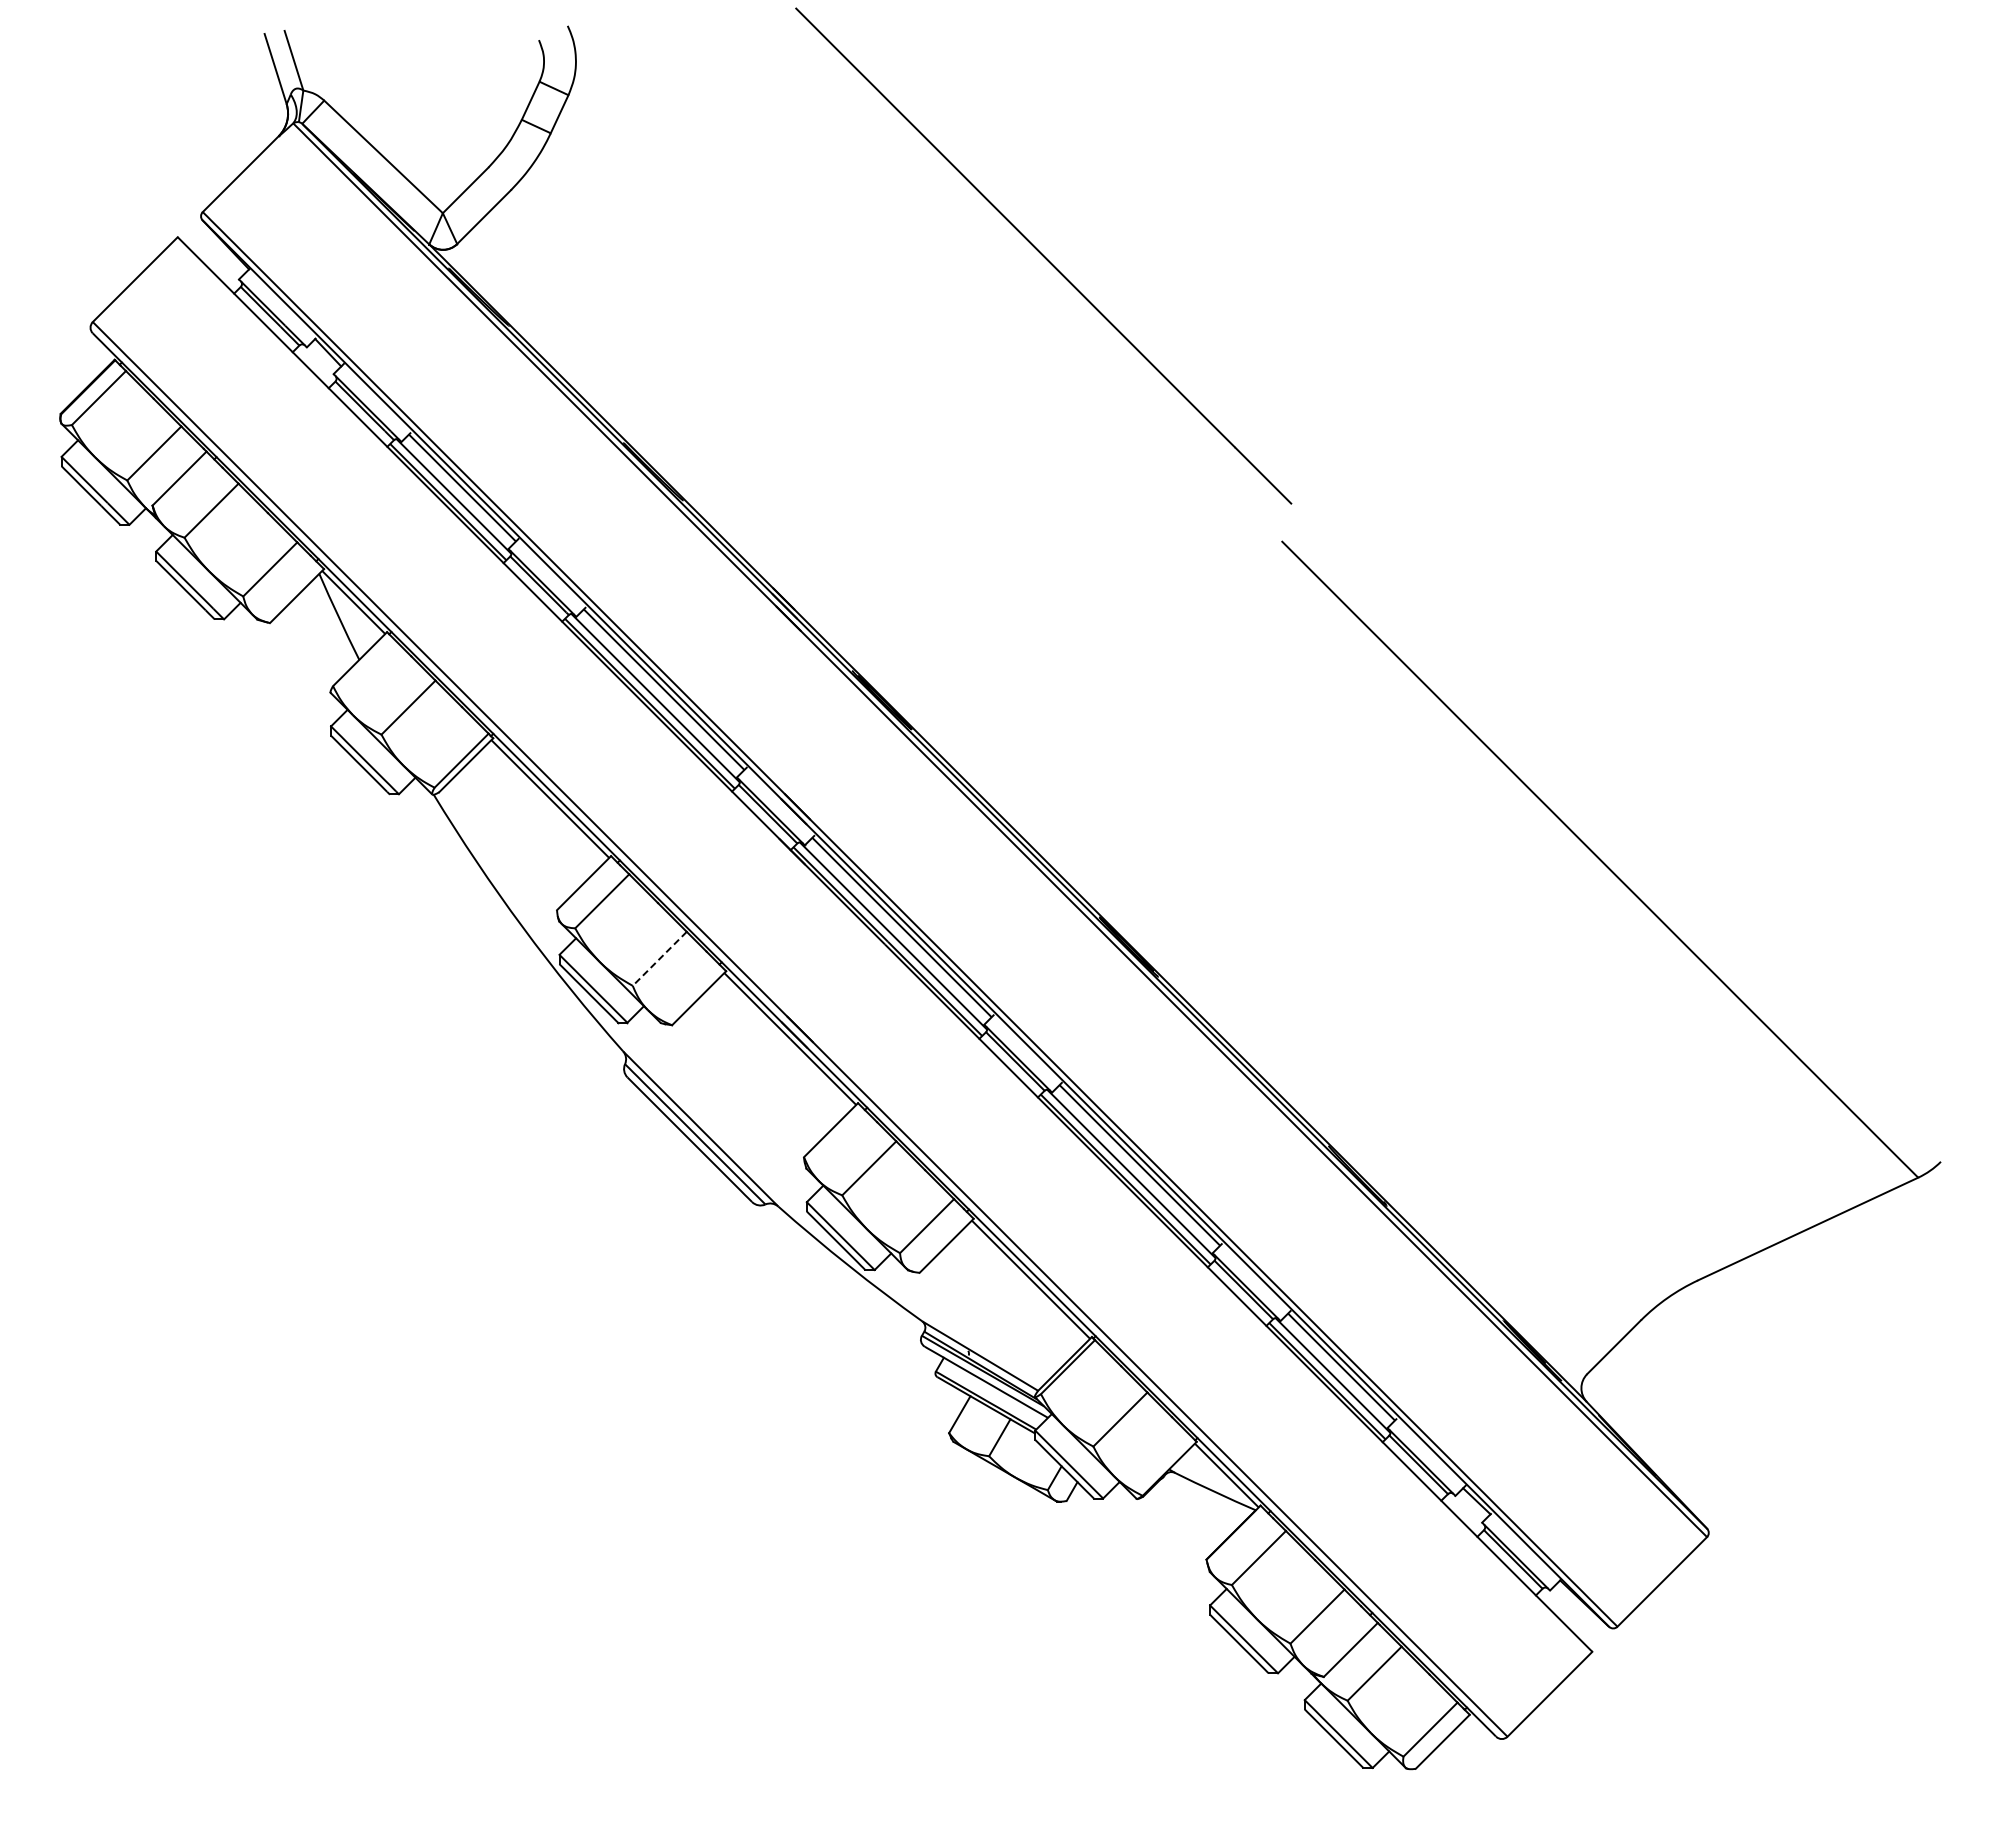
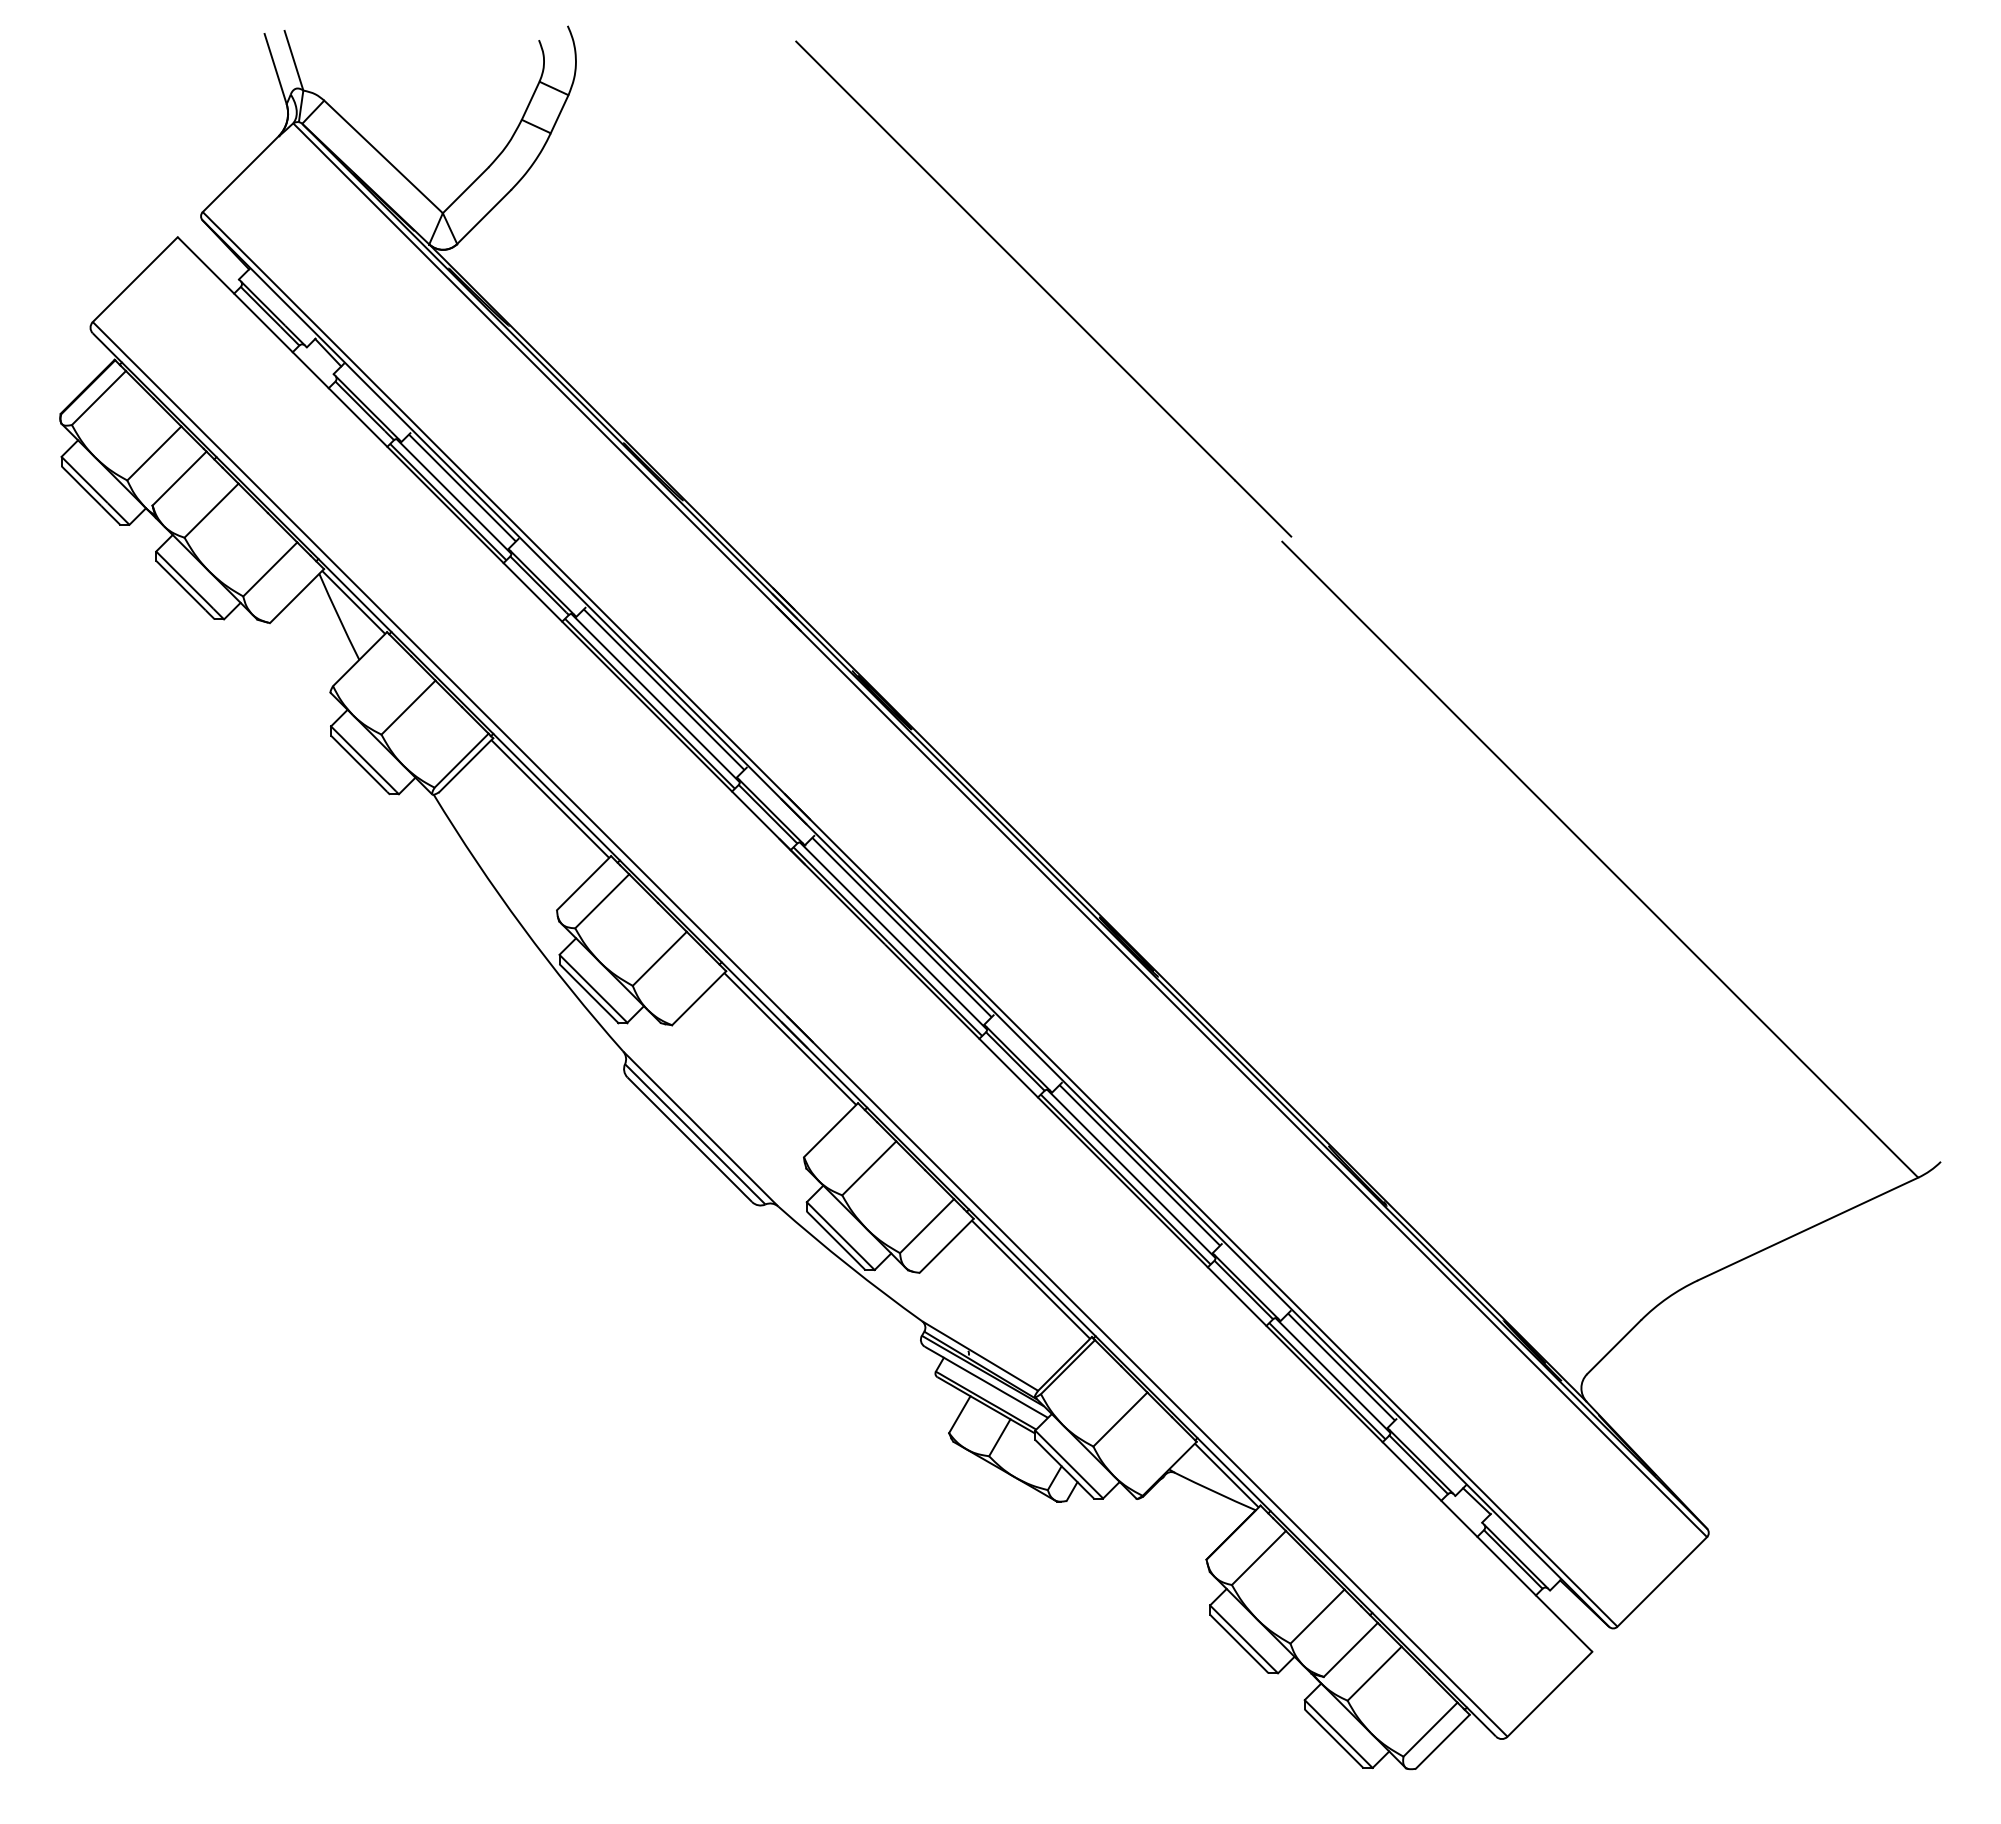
line at (1043, 255) position: (1043, 255) -> (1043, 288)
line at (659, 959): dashed -> solid
